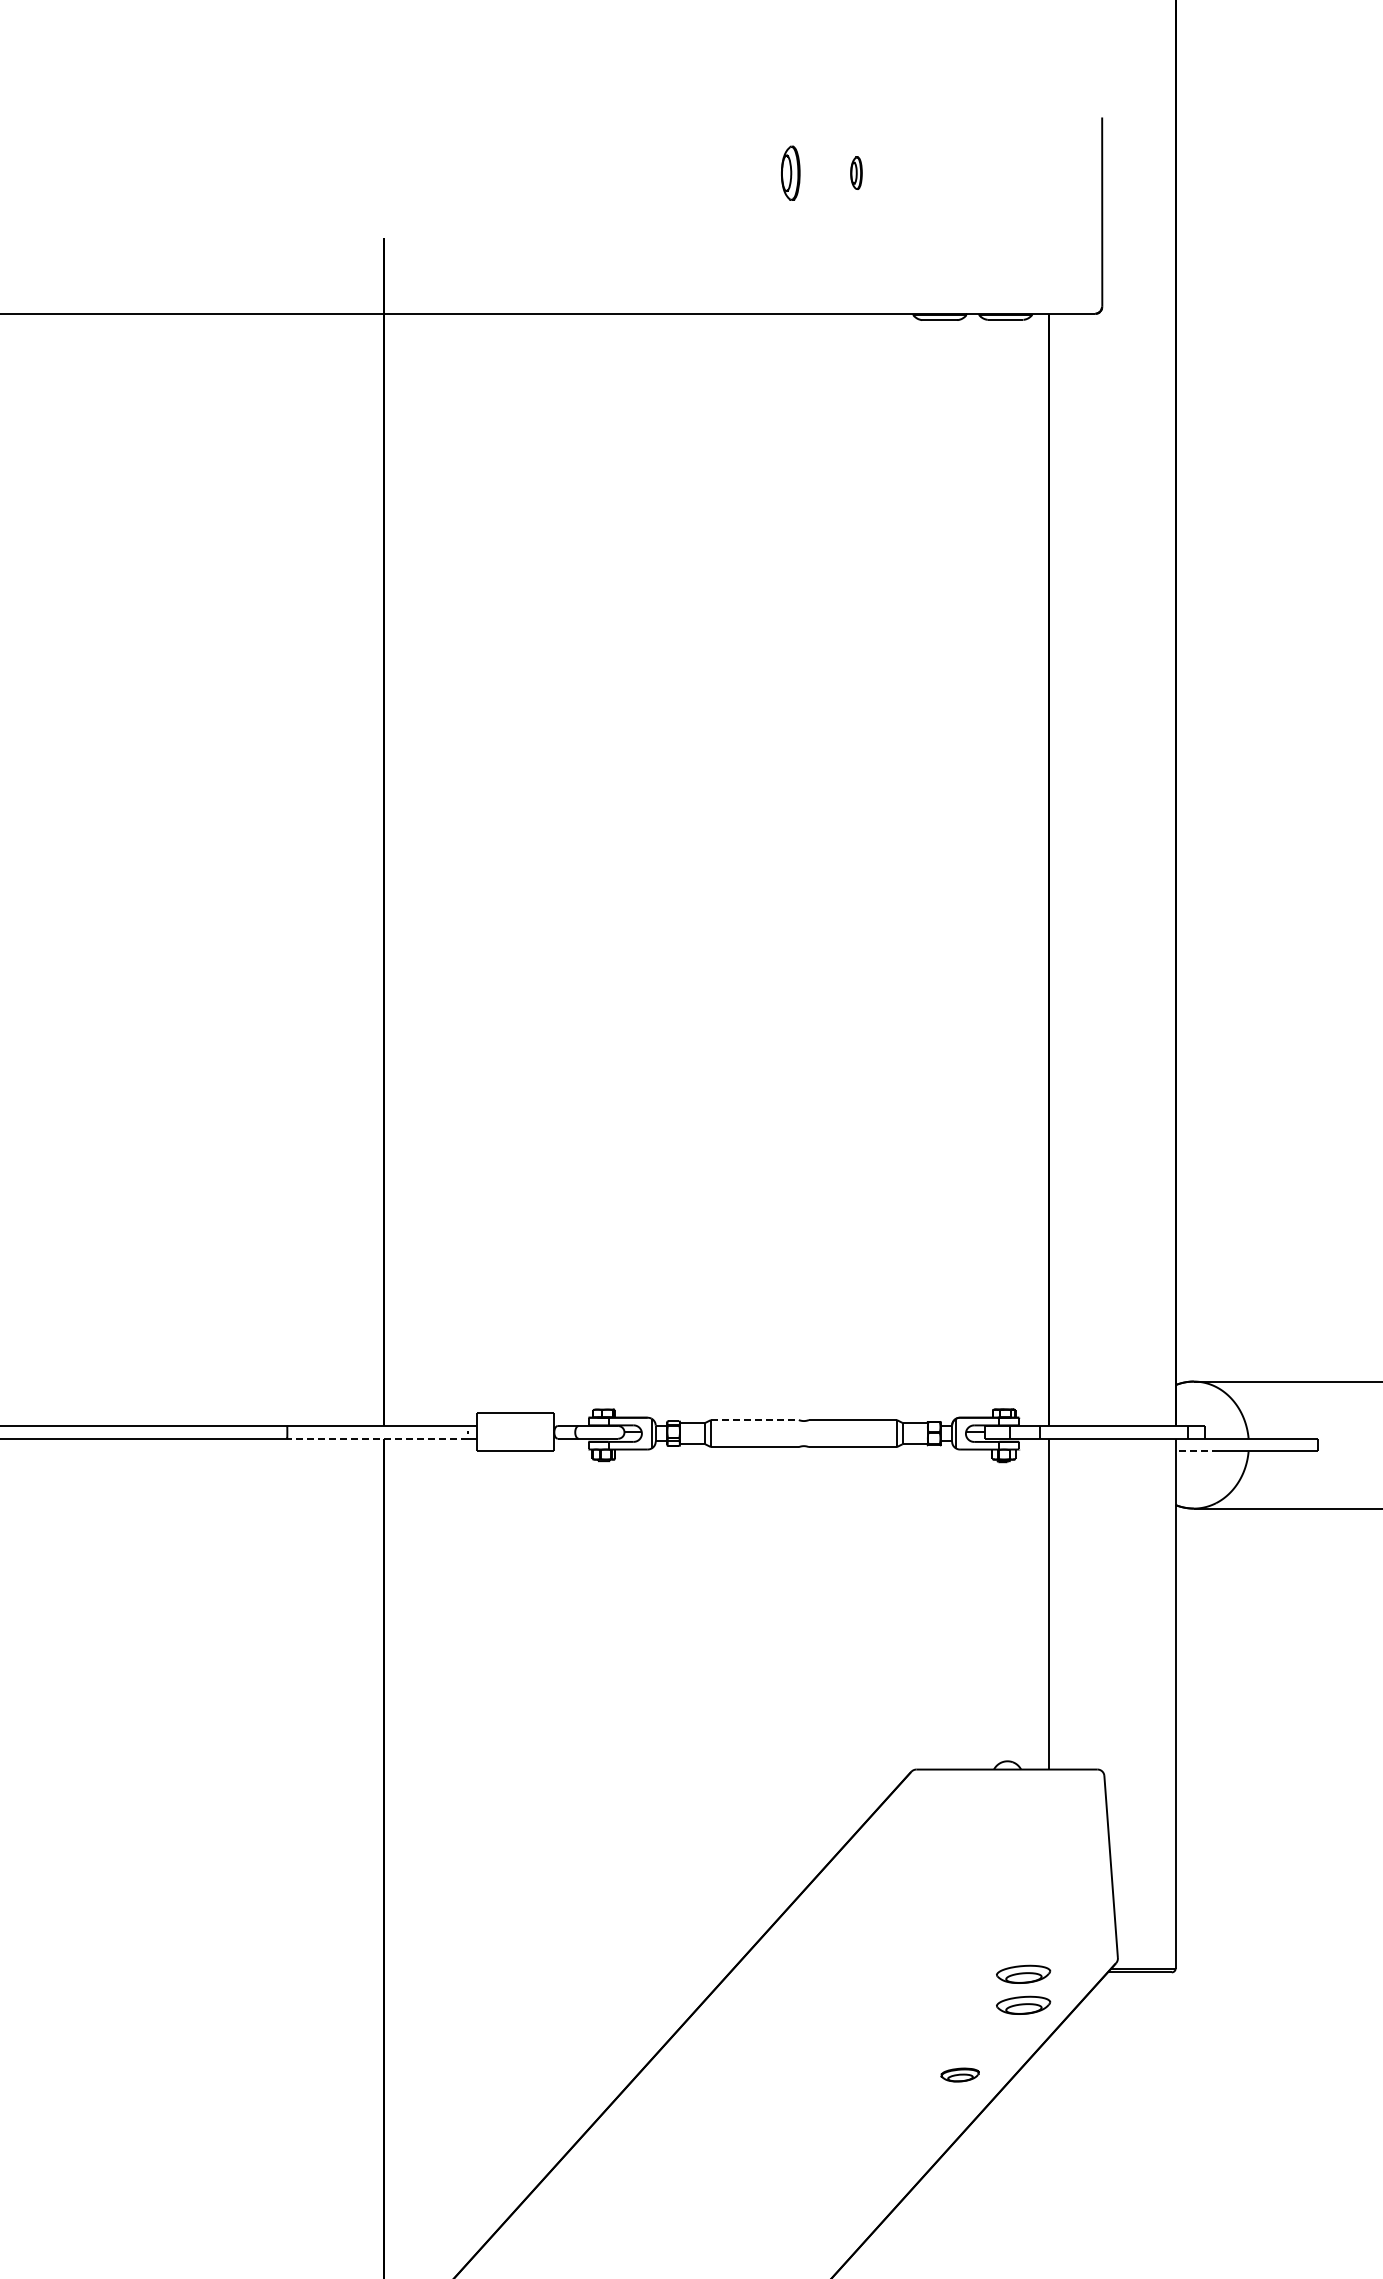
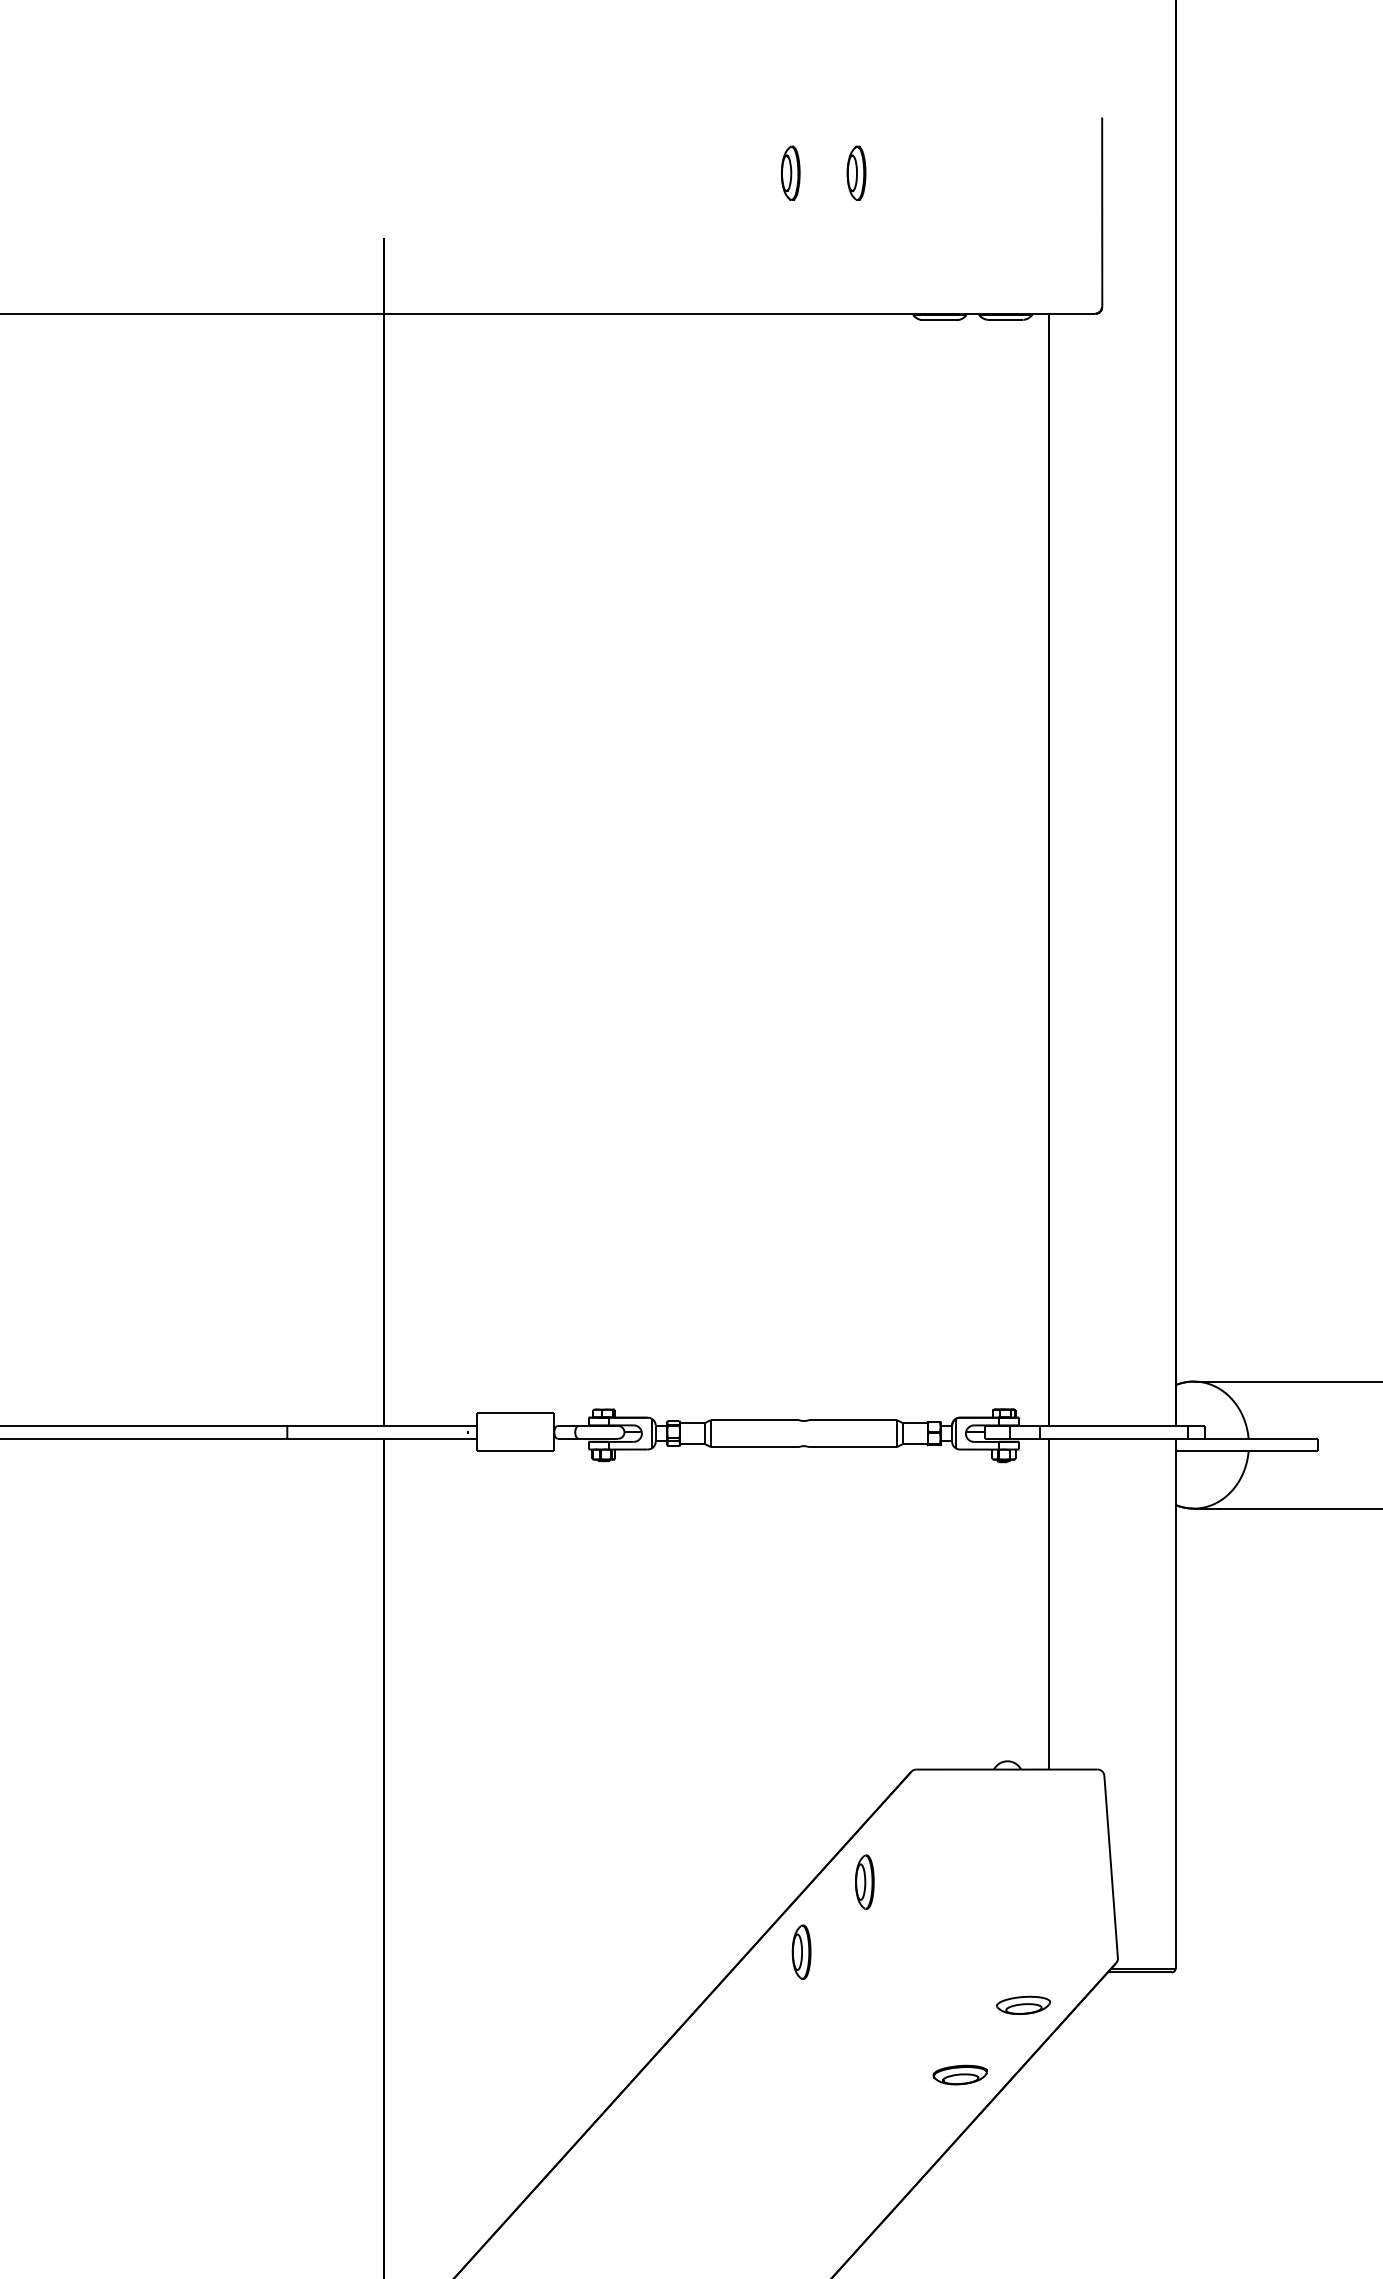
part at (856, 172) size: 13x34 px -> 21x56 px
line at (754, 1420): dashed -> solid
line at (377, 1438): dashed -> solid
line at (1196, 1451): dashed -> solid
part at (864, 1881): none -> present
part at (801, 1951): none -> present
part at (1023, 1973): present -> none
part at (959, 2074) size: 40x16 px -> 56x22 px
